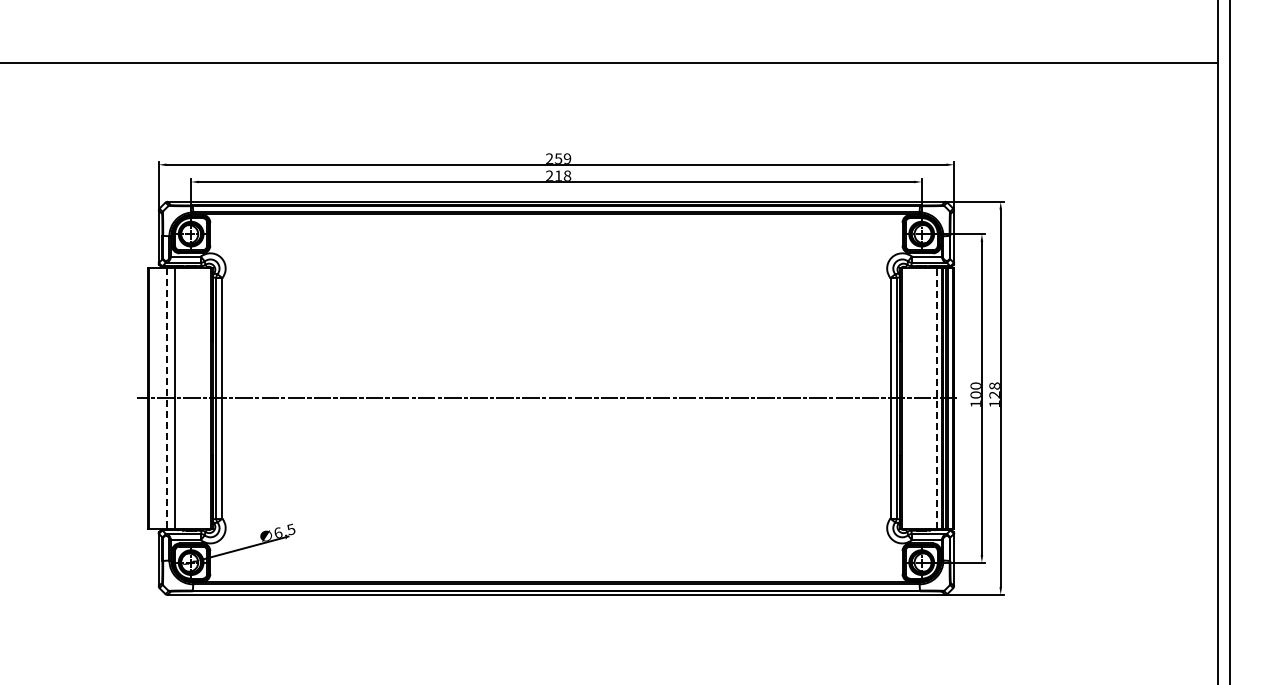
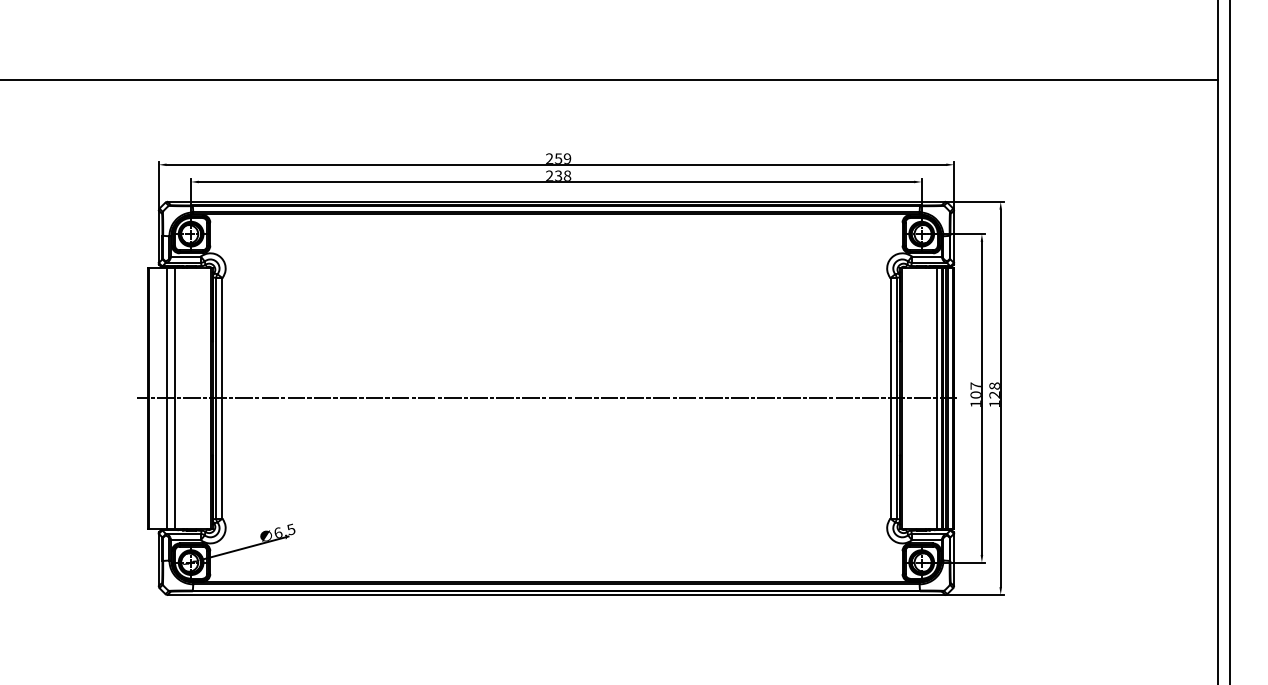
line at (609, 62) position: (609, 62) -> (609, 79)
text at (558, 175): 218 -> 238
text at (975, 385): 100 -> 107
line at (937, 397): dashed -> solid
line at (167, 398): dashed -> solid
